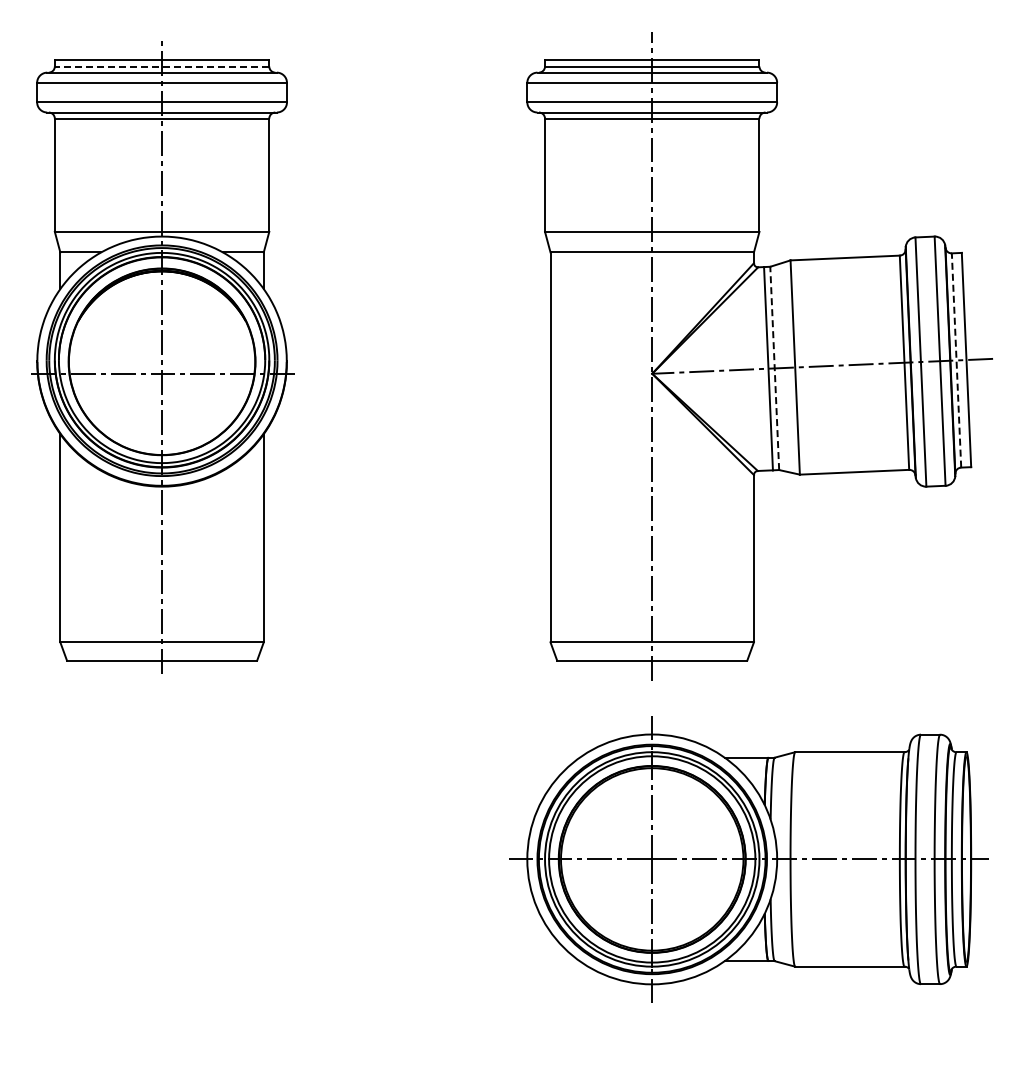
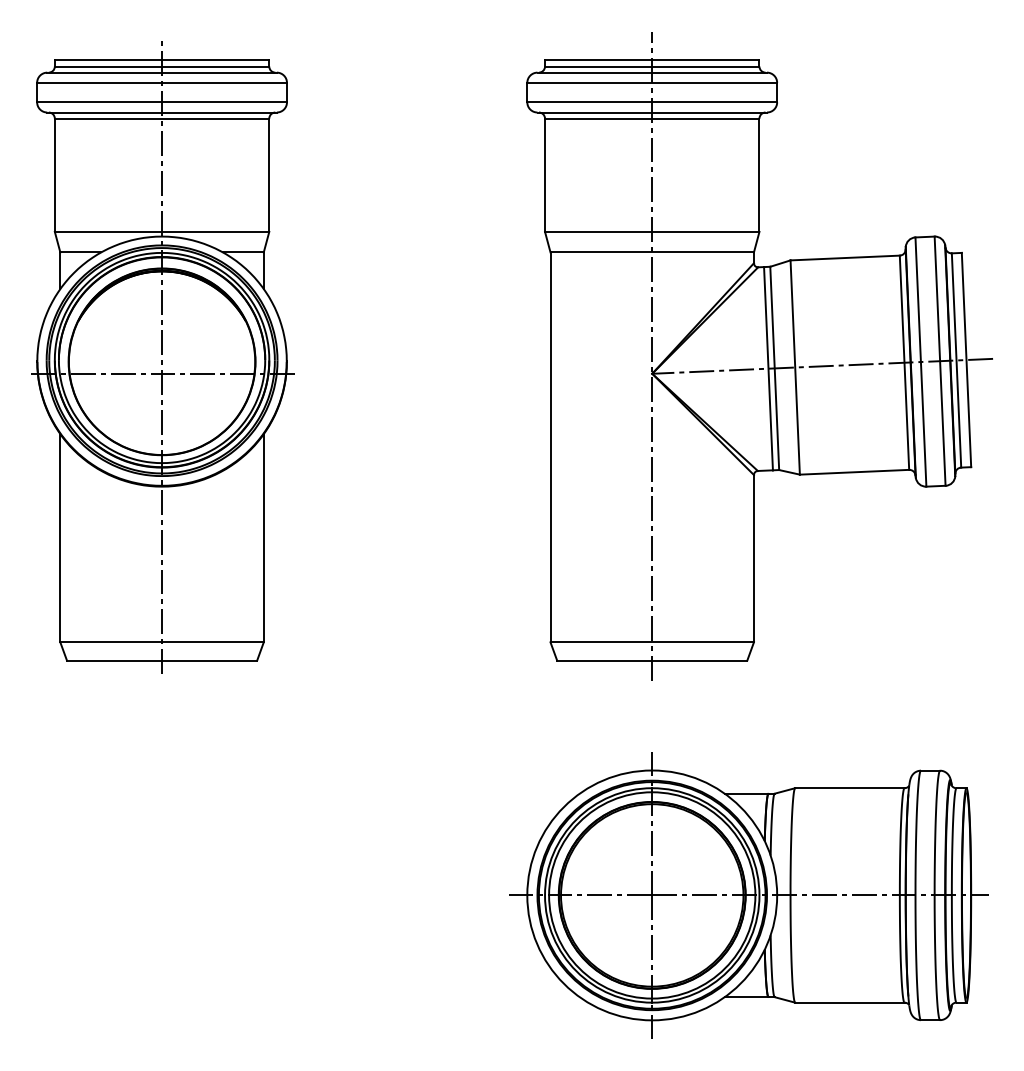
line at (161, 66): dashed -> solid
line at (956, 359): dashed -> solid
line at (774, 368): dashed -> solid
part at (748, 859) position: (748, 859) -> (748, 895)
